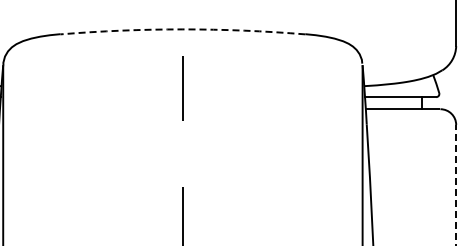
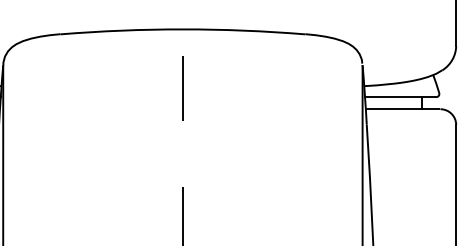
arc at (182, 29): dashed -> solid
line at (456, 184): dashed -> solid
